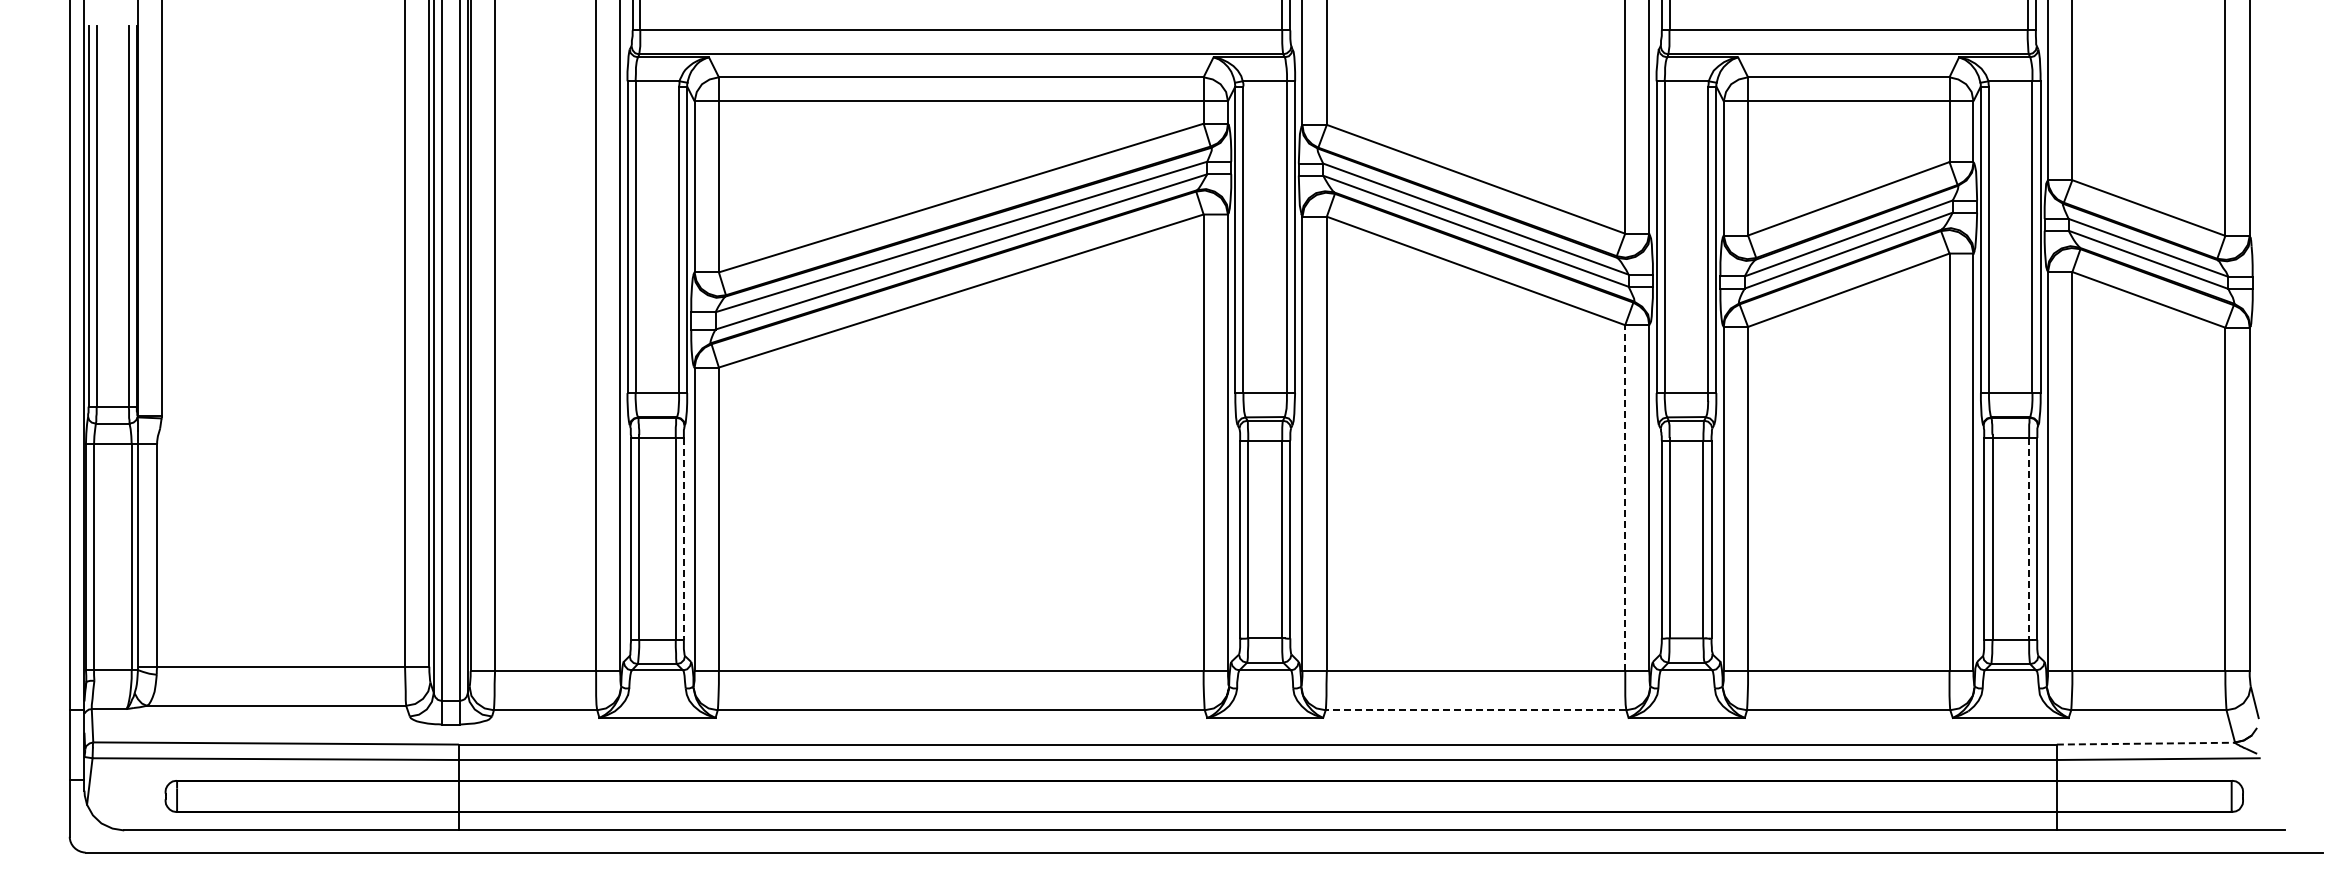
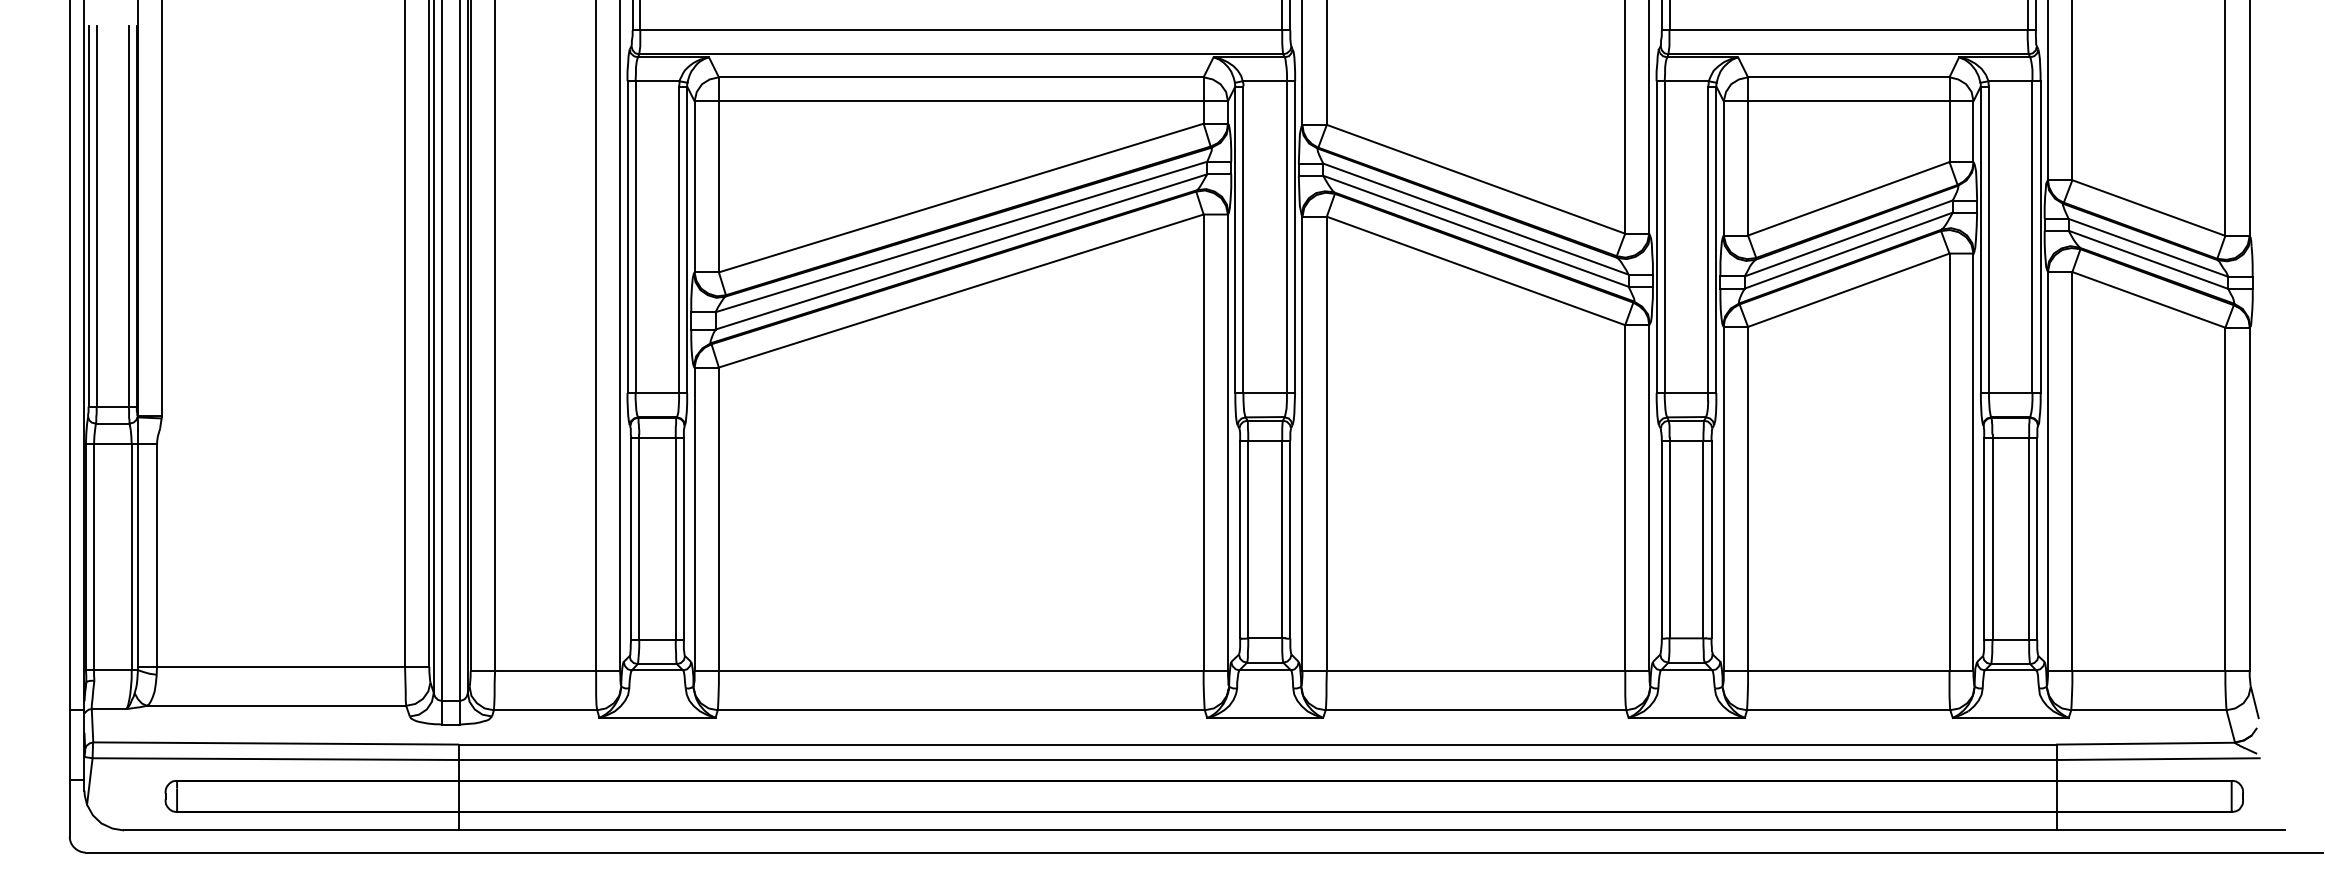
line at (1625, 497): dashed -> solid
line at (683, 538): dashed -> solid
line at (2029, 538): dashed -> solid
line at (1475, 710): dashed -> solid
line at (2146, 743): dashed -> solid
